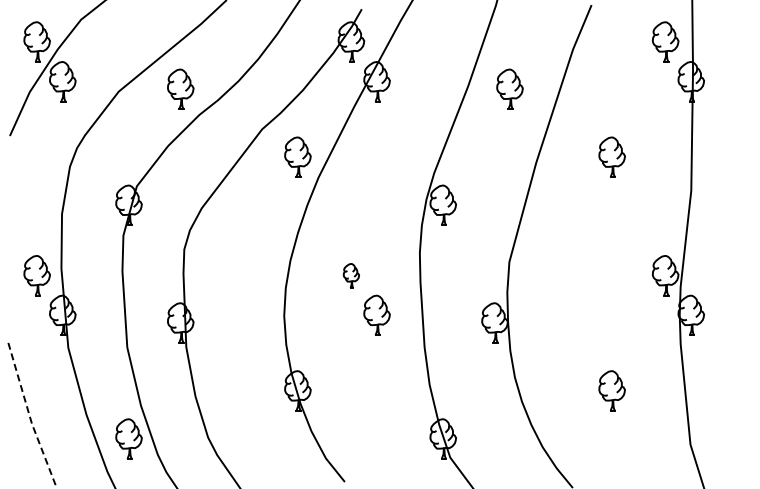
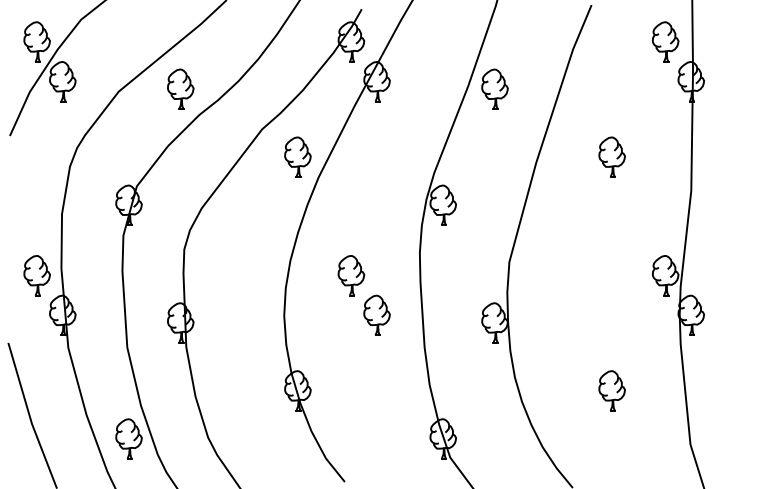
part at (509, 88) position: (509, 88) -> (494, 88)
part at (350, 275) size: 18x26 px -> 29x42 px
line at (30, 417): dashed -> solid
